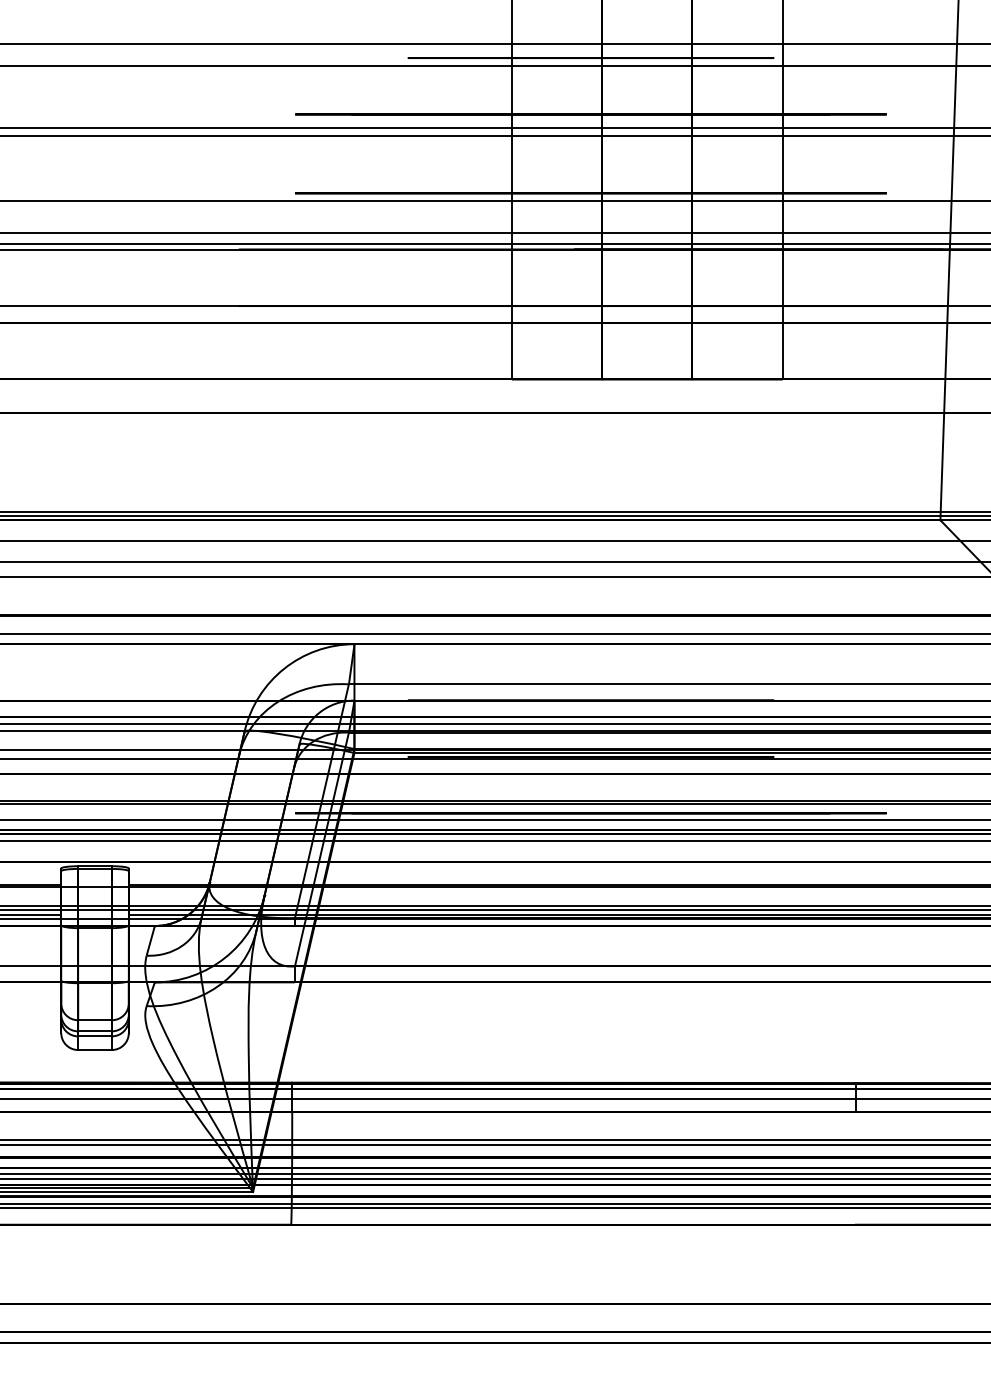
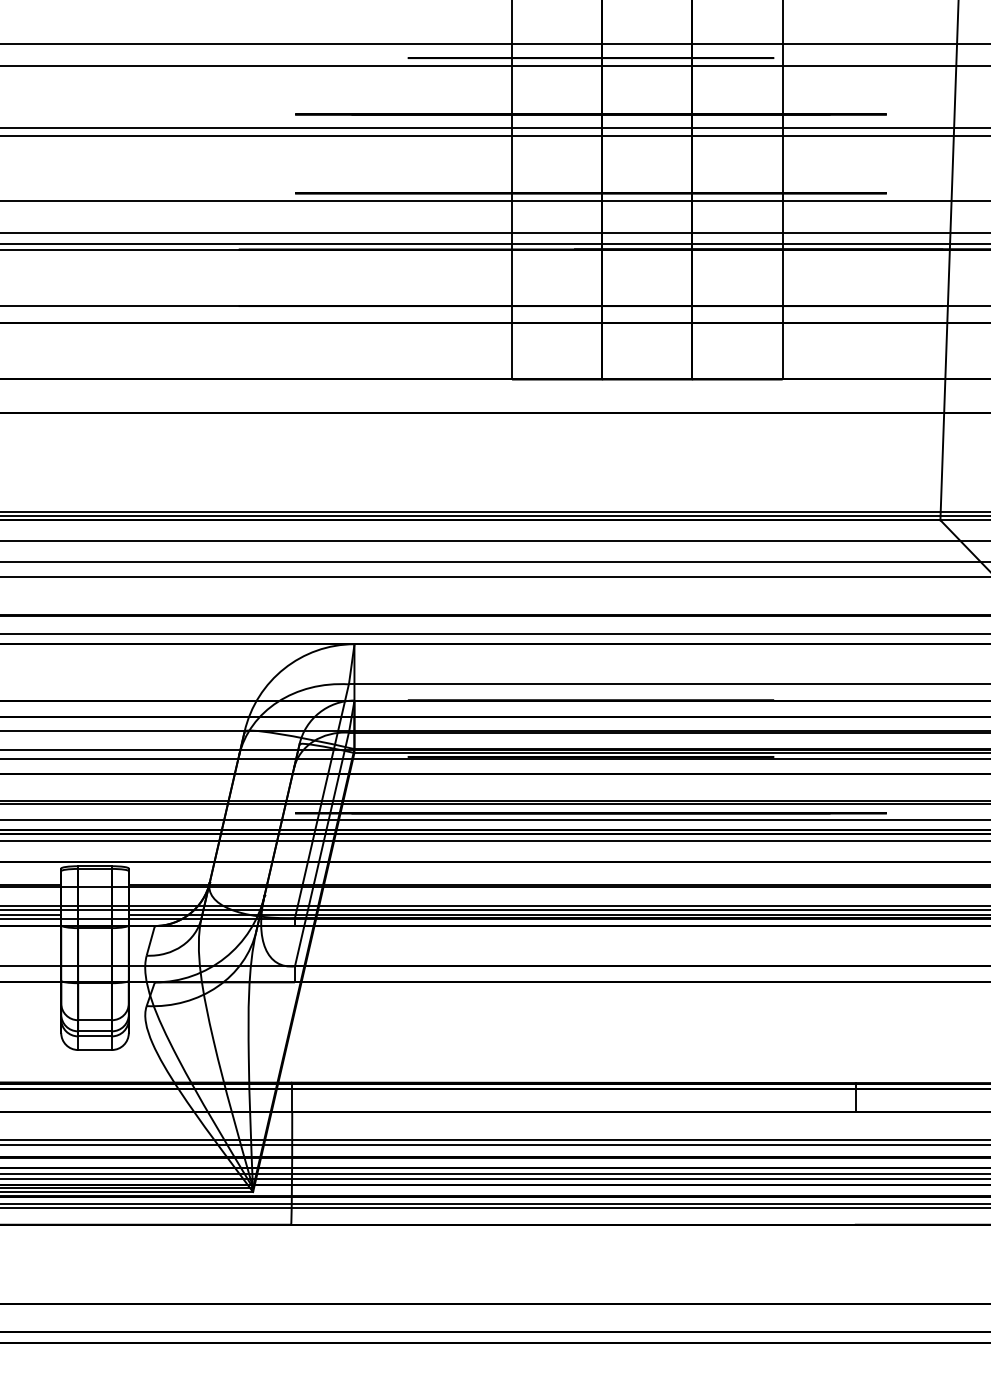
line at (494, 724): present -> none
line at (494, 1099): present -> none
